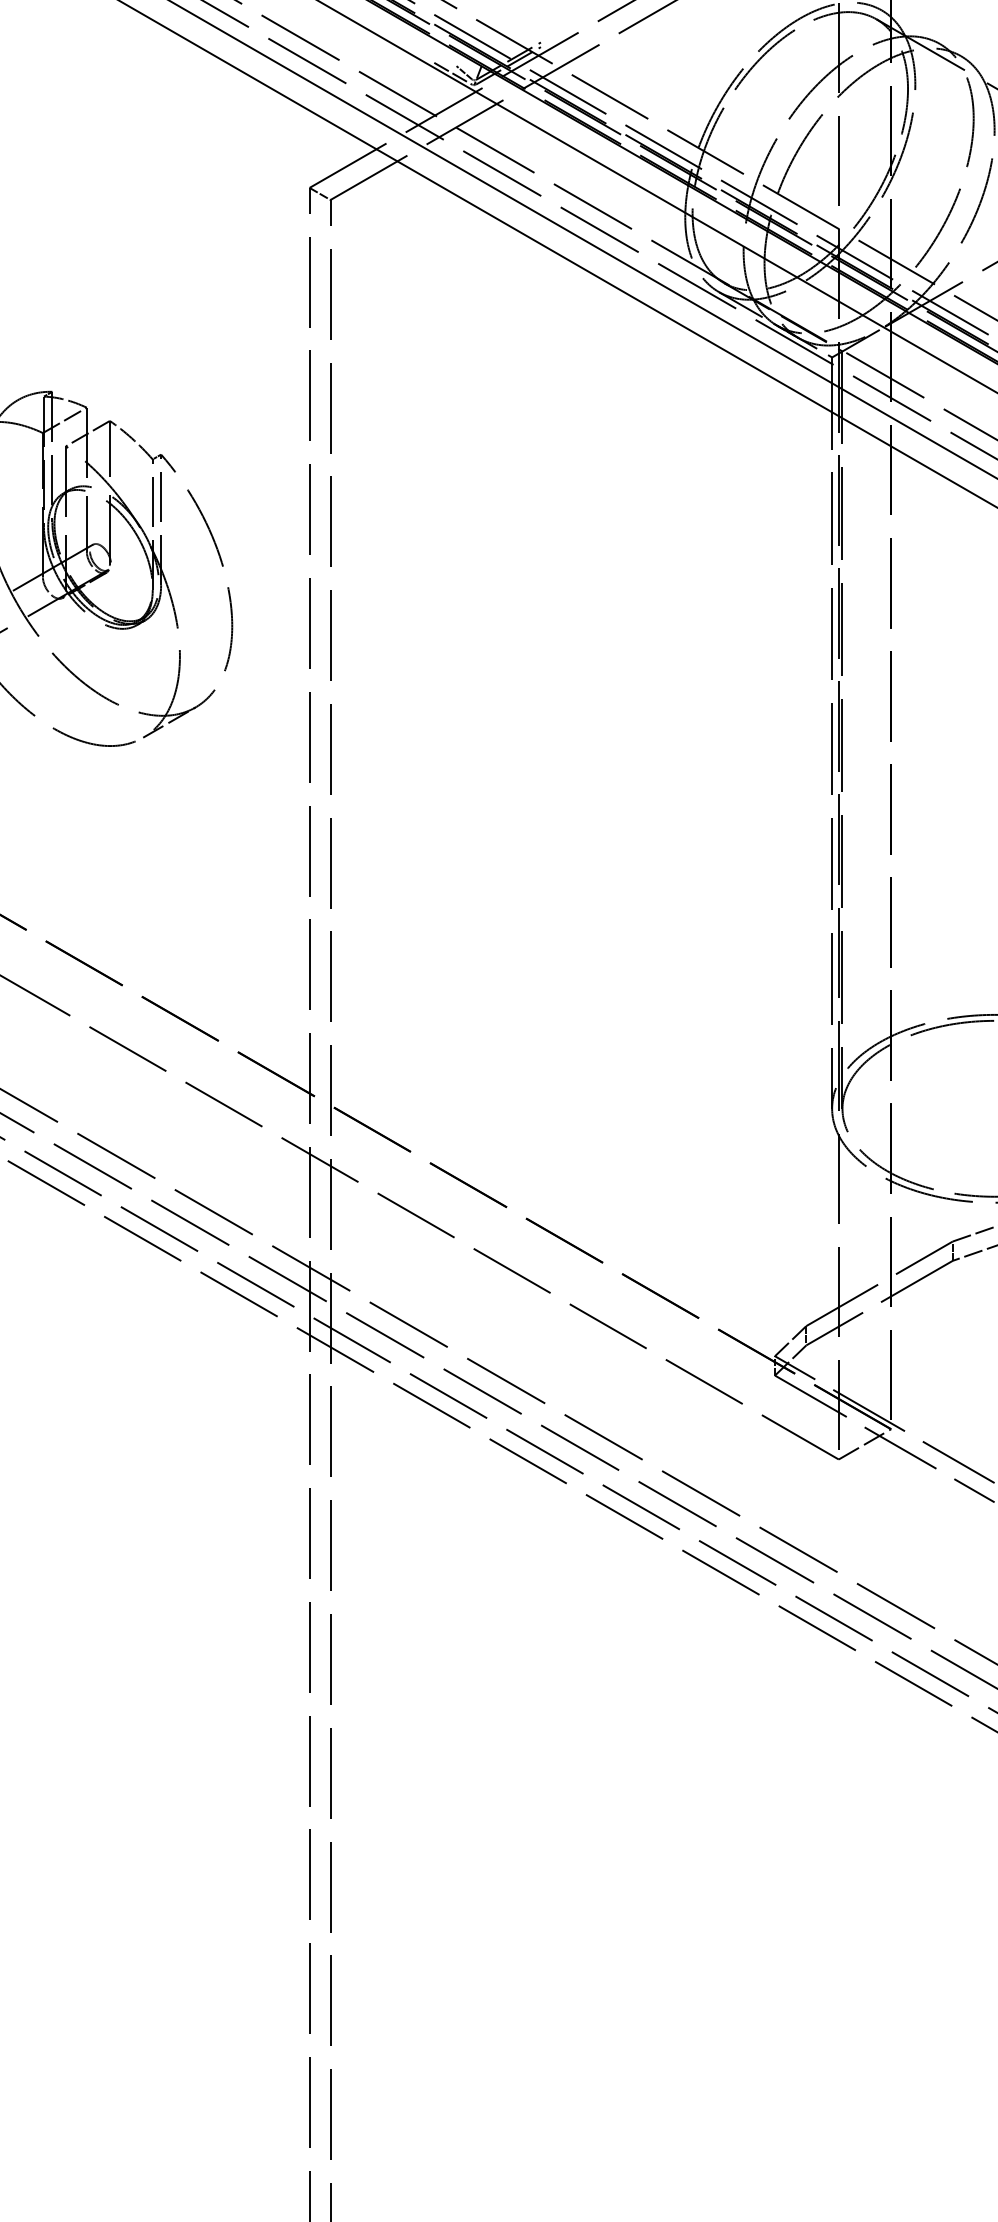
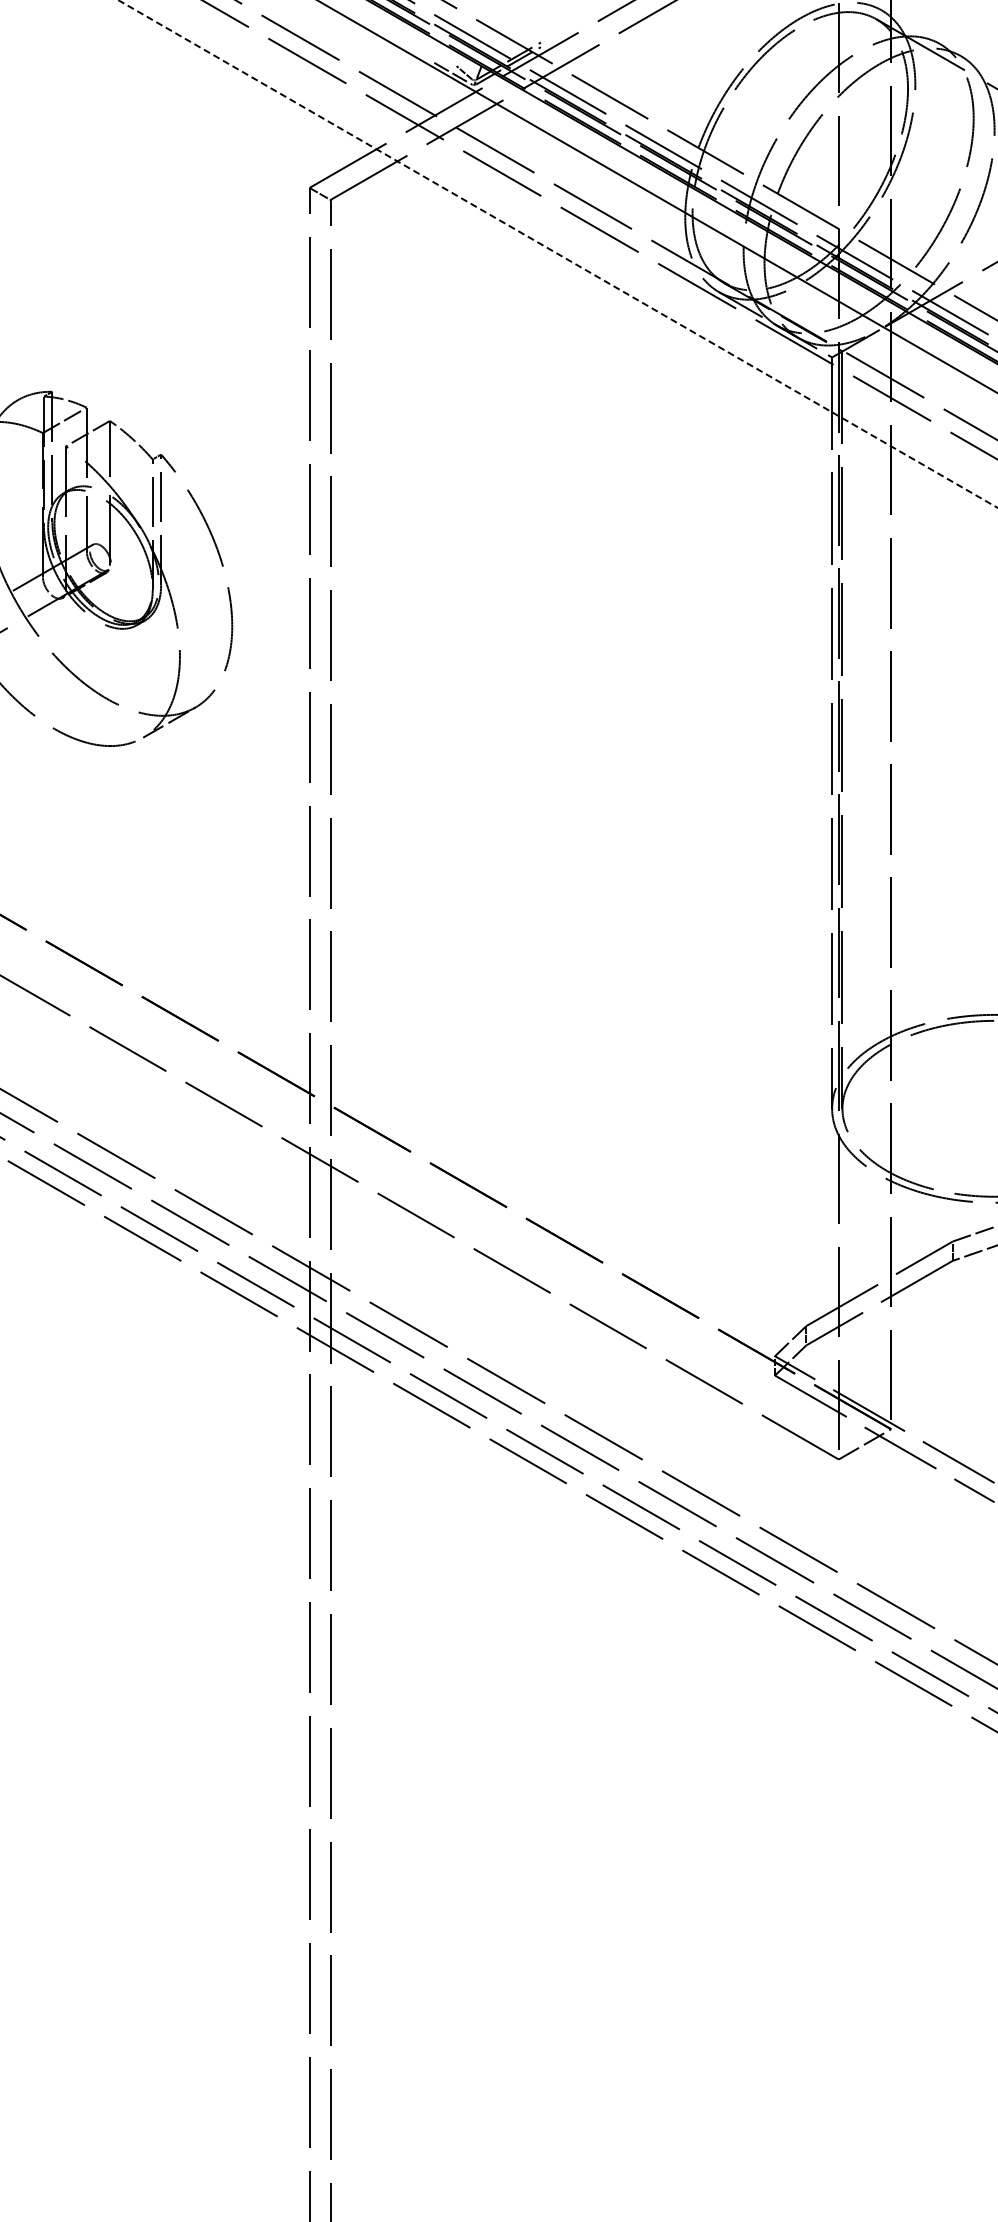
line at (583, 239): present -> none
line at (557, 253): solid -> dashed
